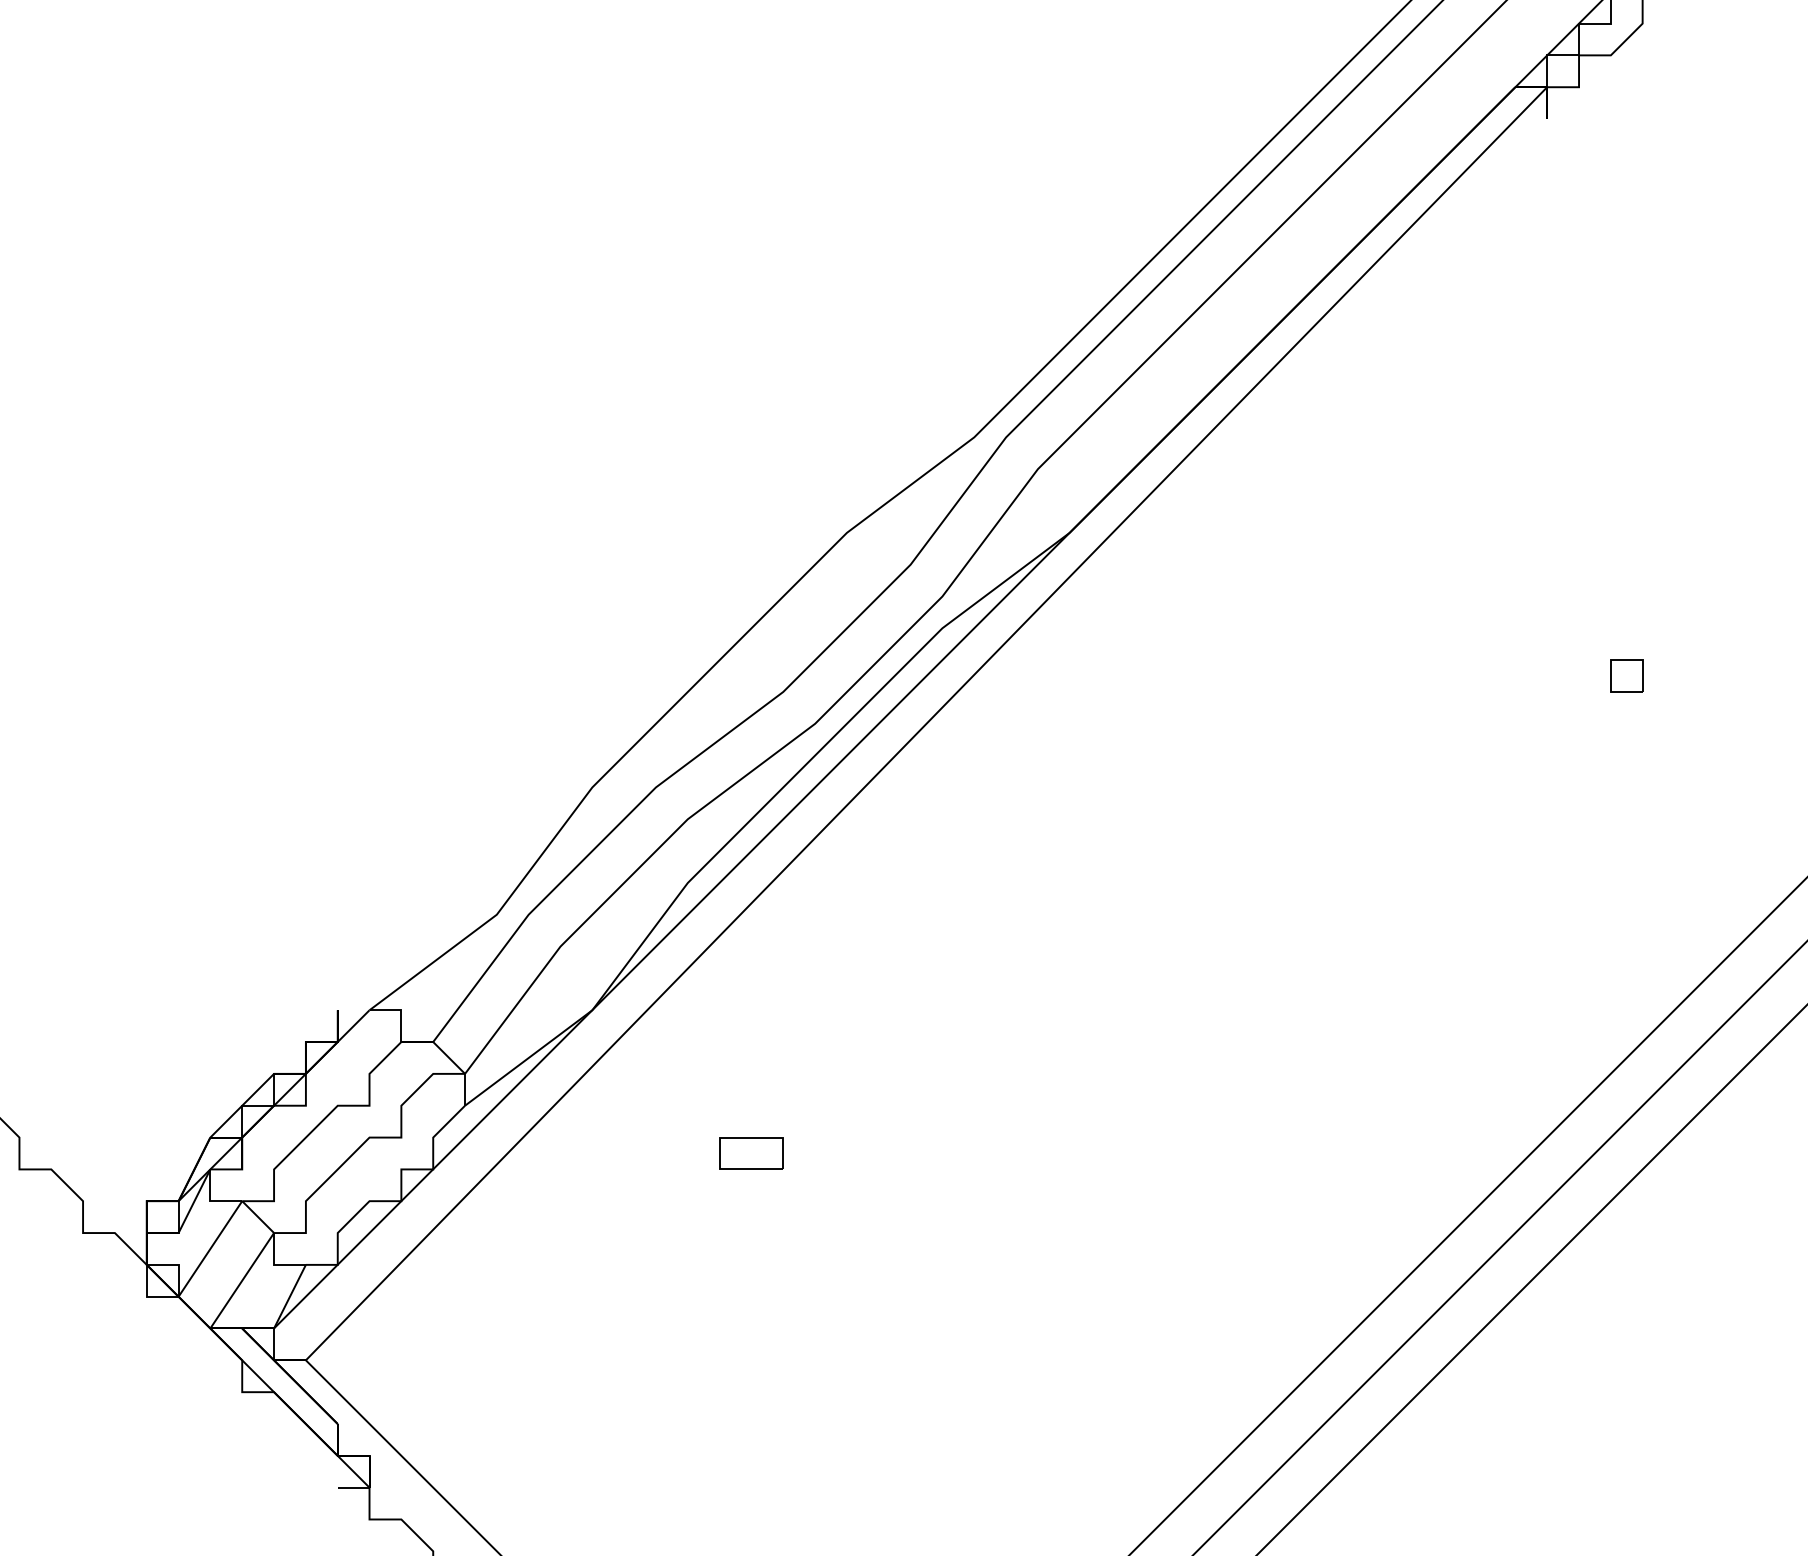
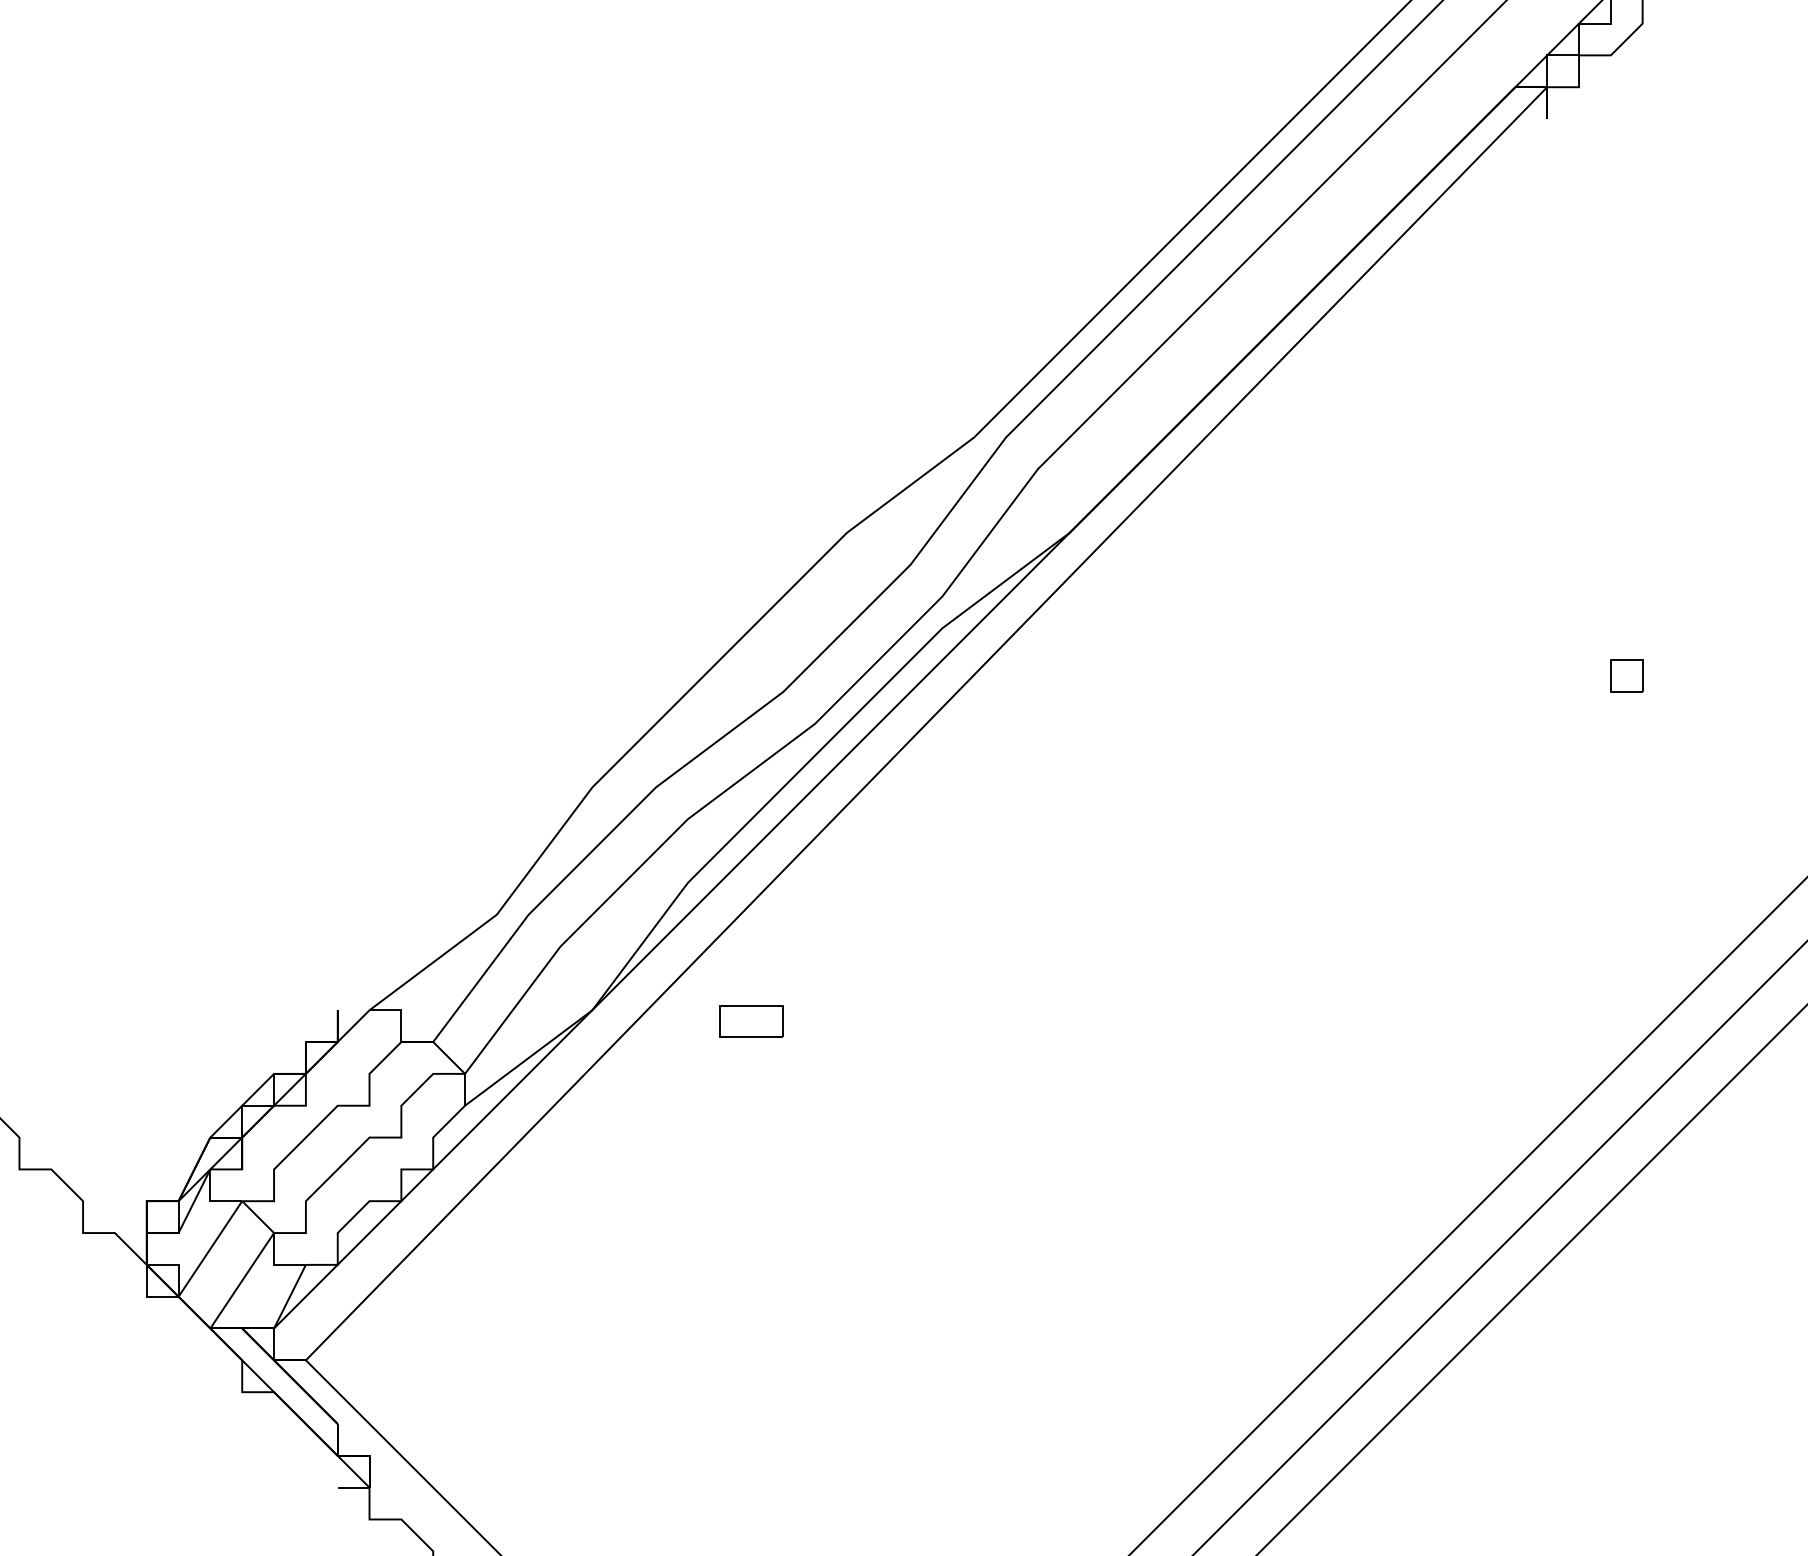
part at (751, 1153) position: (751, 1153) -> (751, 1021)
